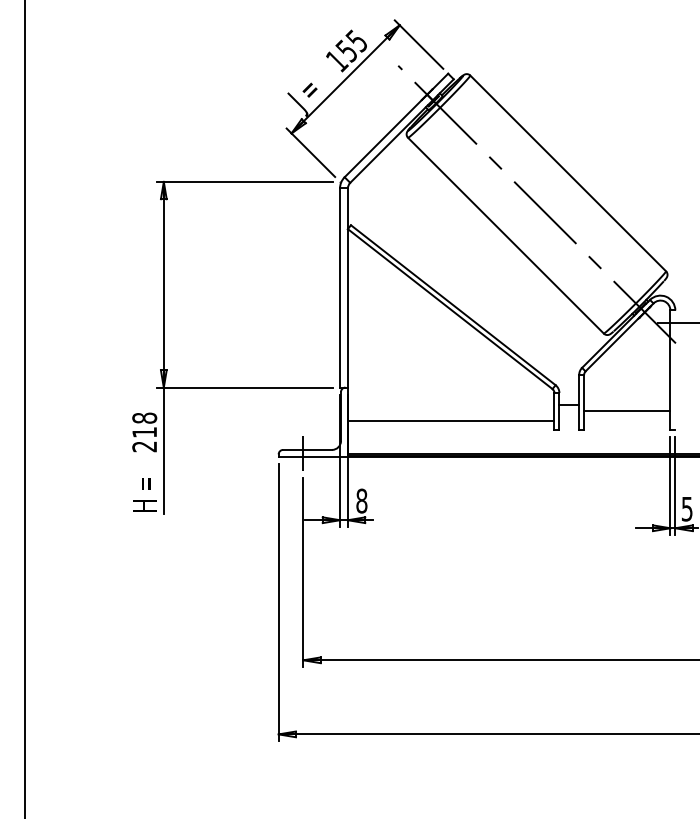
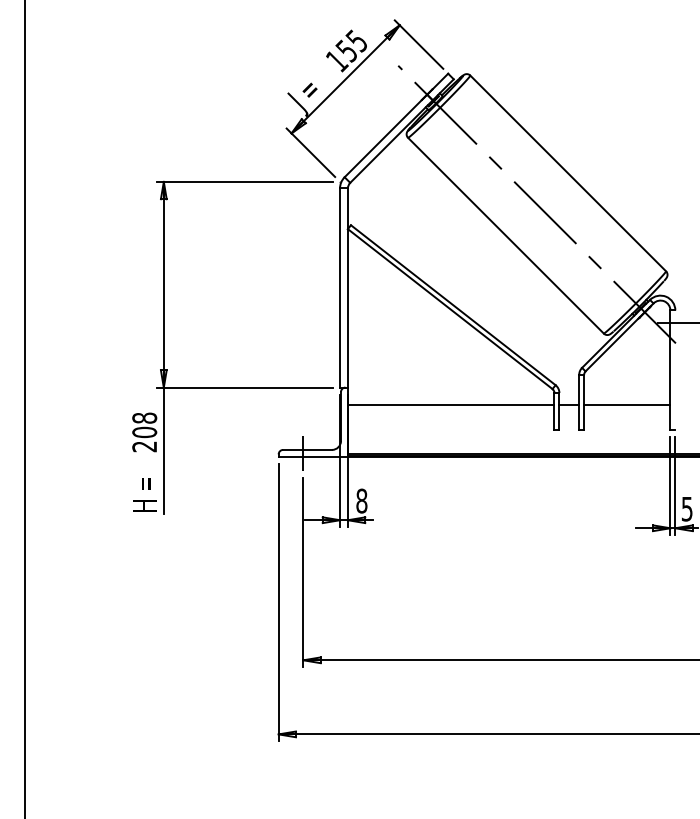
line at (627, 411) position: (627, 411) -> (627, 405)
line at (450, 421) position: (450, 421) -> (450, 405)
text at (144, 432): 218 -> 208
